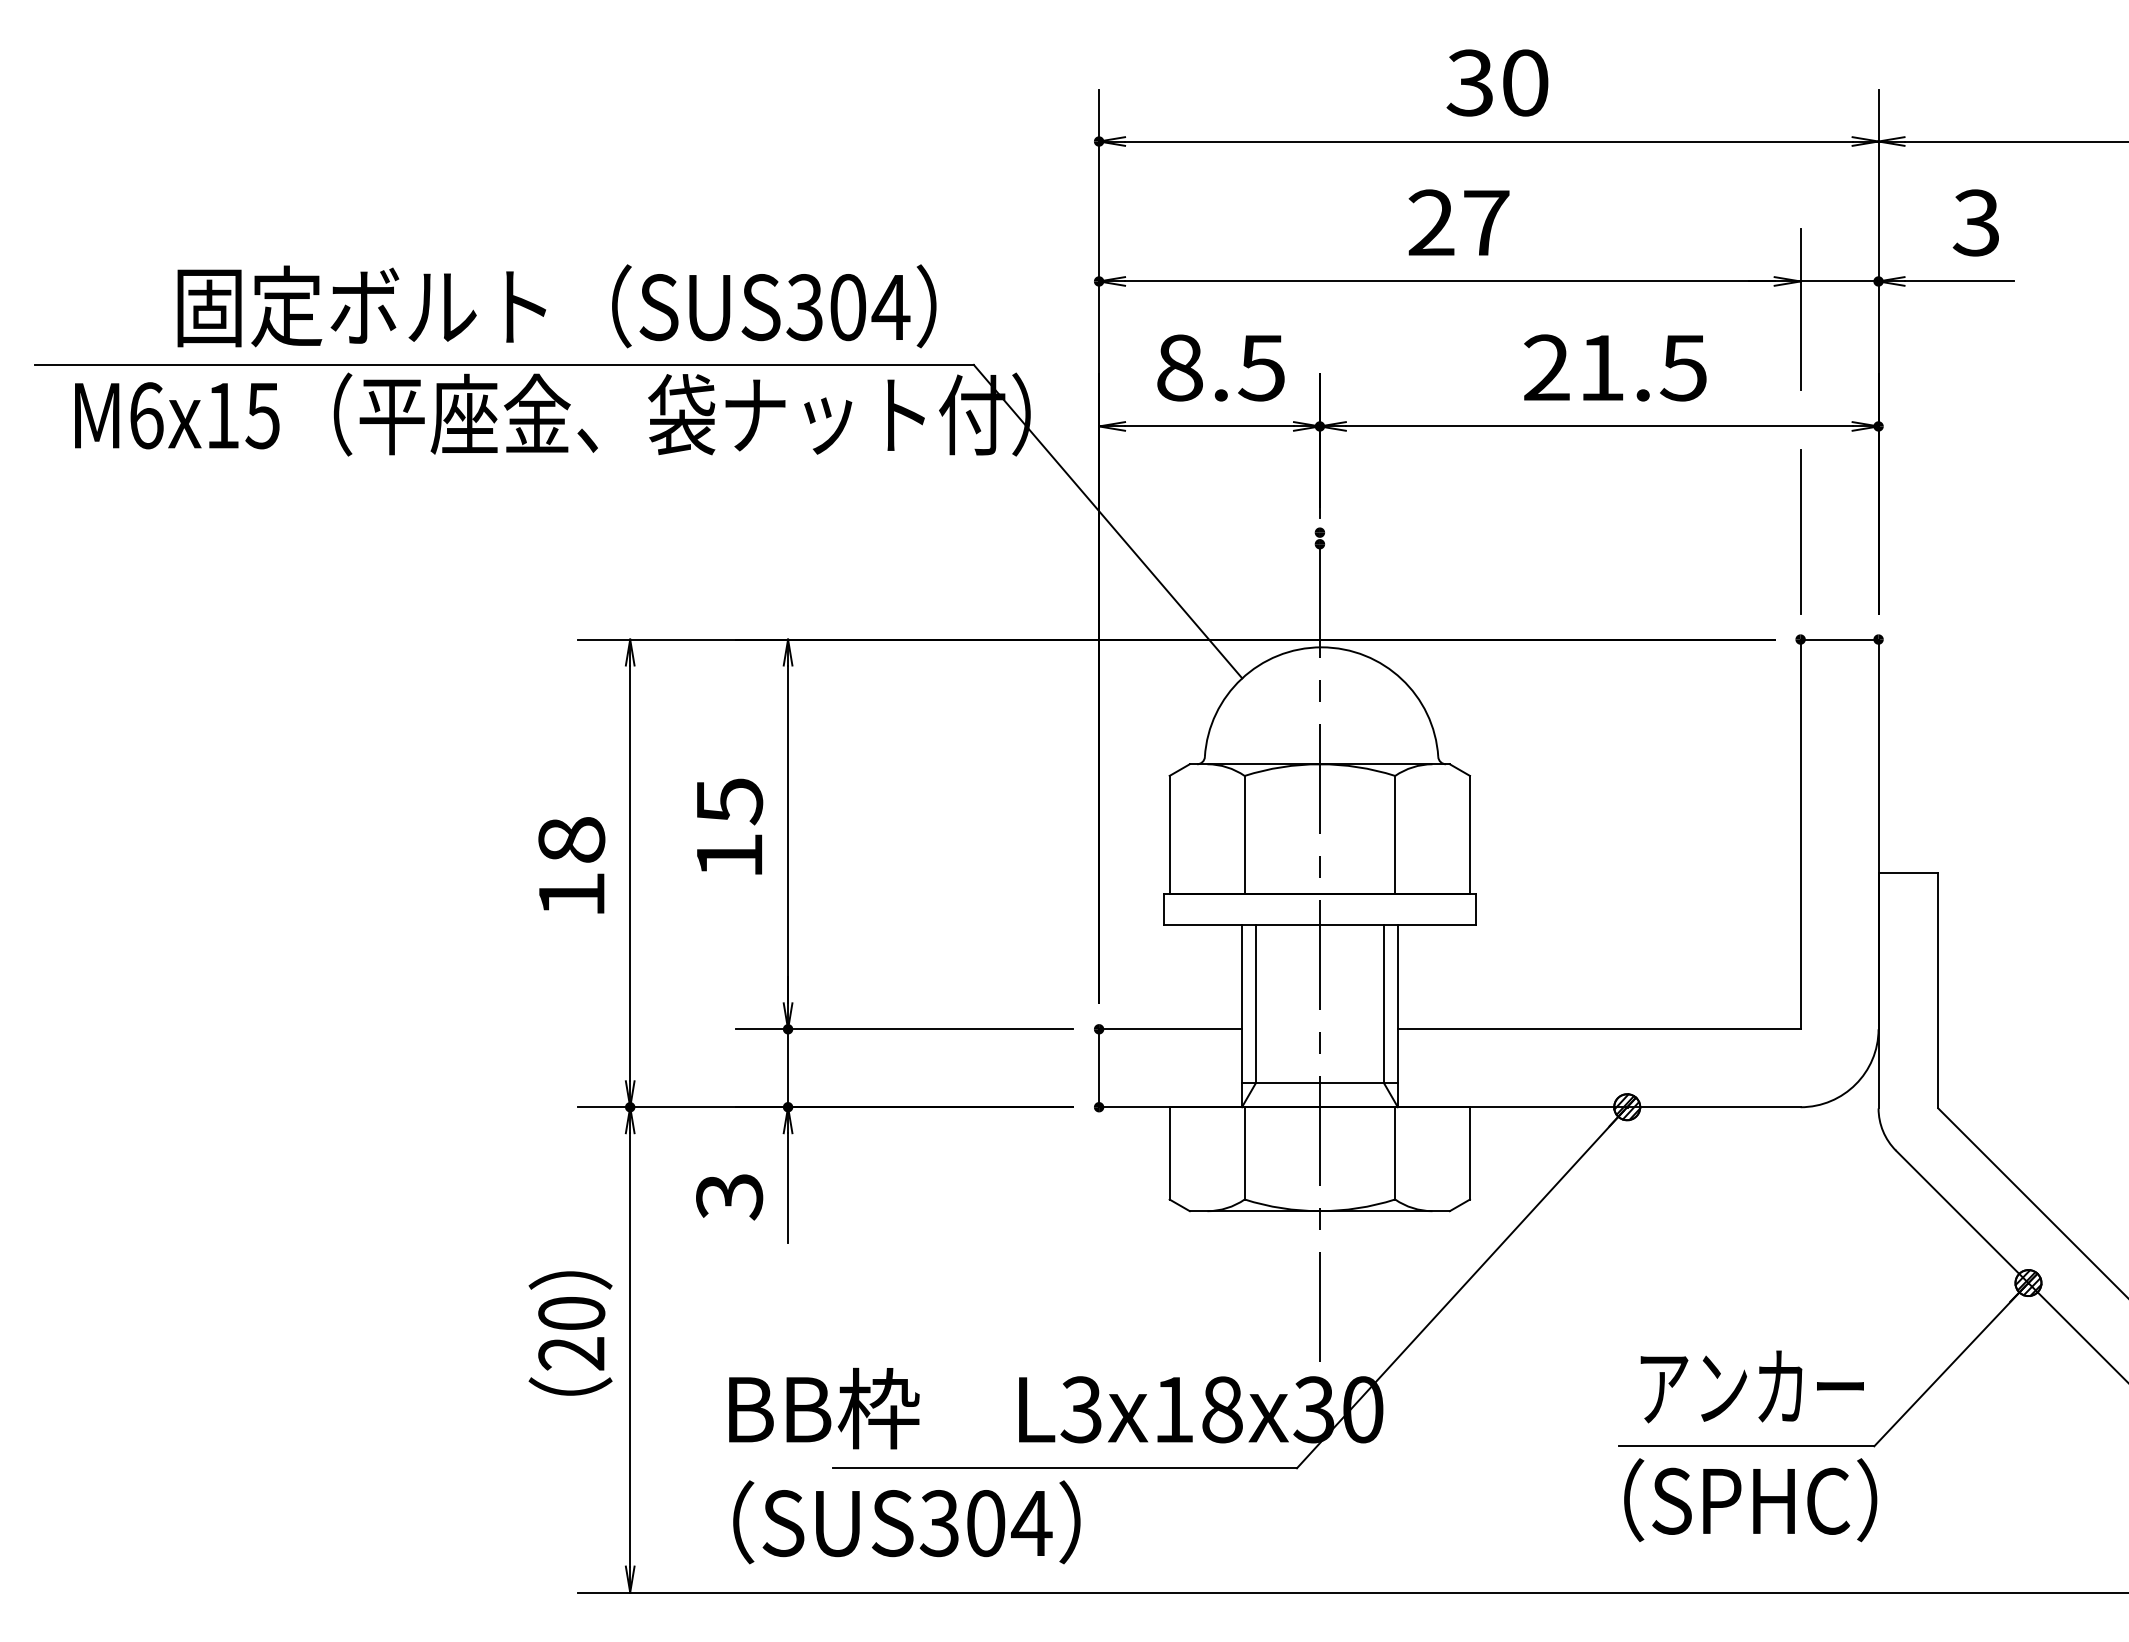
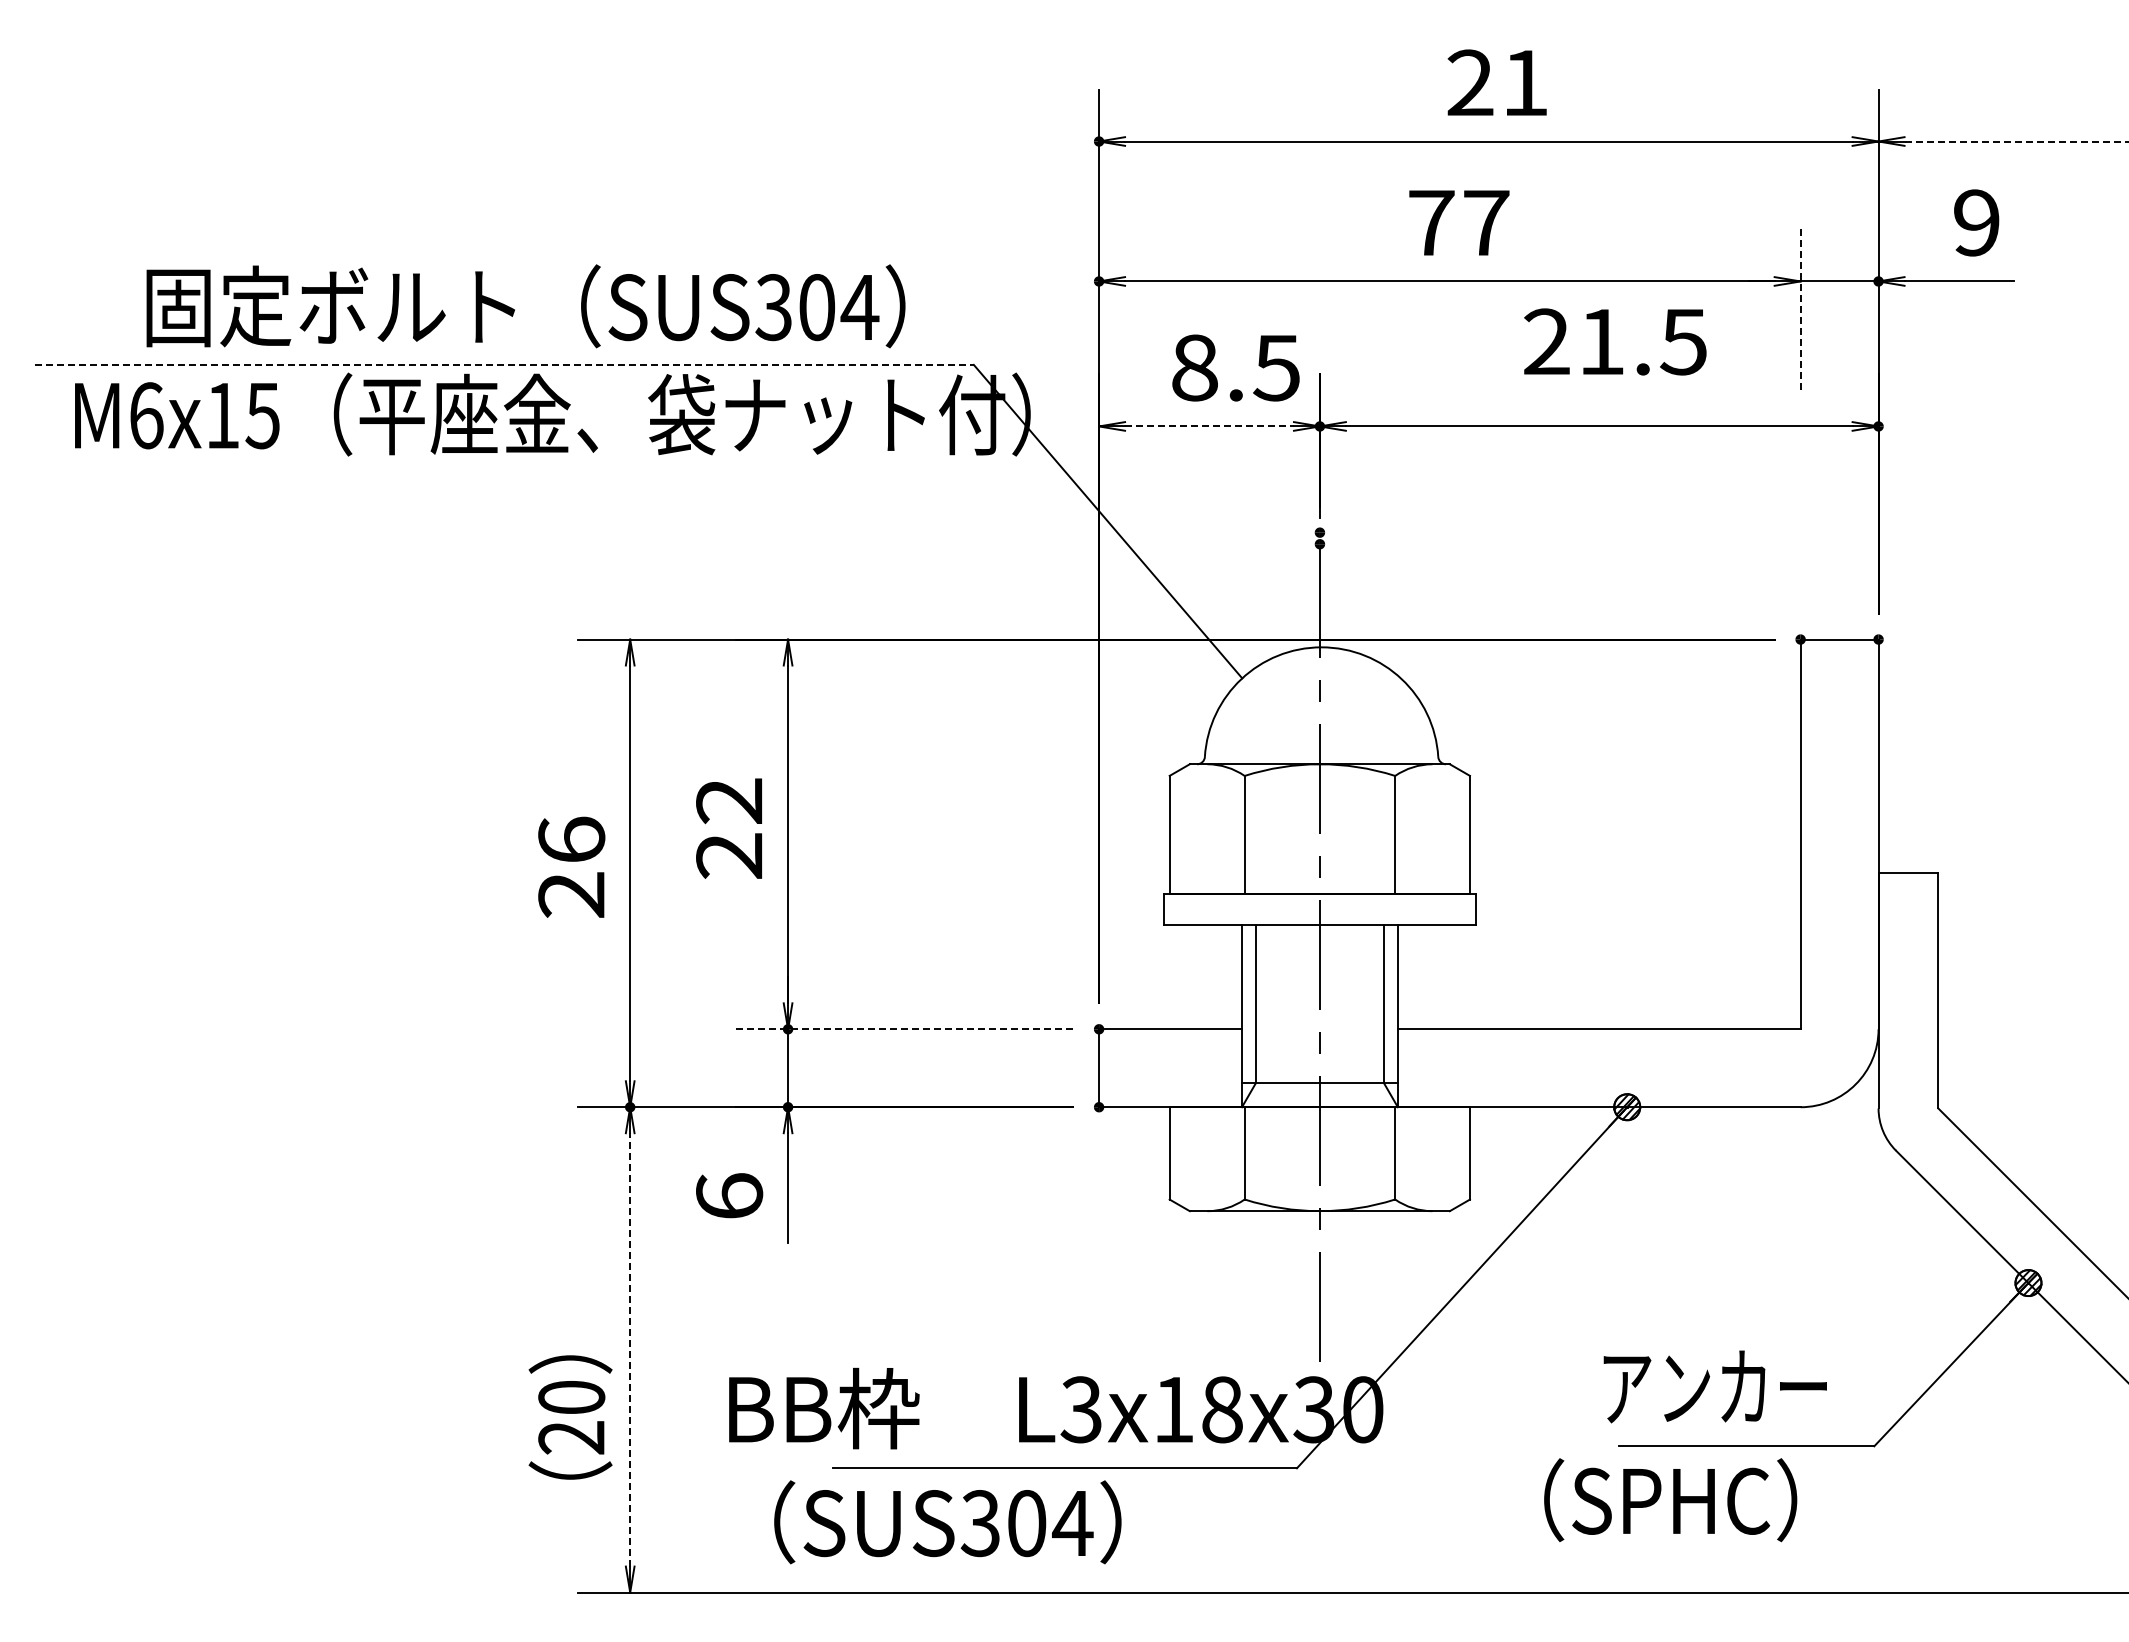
text at (1497, 82): 30 -> 21
line at (2016, 141): solid -> dashed
text at (1431, 222): 27 -> 77
text at (1975, 222): 3 -> 9
text at (556, 306) position: (556, 306) -> (525, 306)
line at (1800, 309): solid -> dashed
line at (504, 364): solid -> dashed
text at (1220, 367) position: (1220, 367) -> (1235, 367)
text at (1615, 367) position: (1615, 367) -> (1615, 341)
line at (1210, 426): solid -> dashed
line at (1800, 531): present -> none
text at (729, 828): 15 -> 22
text at (571, 866): 18 -> 26
line at (904, 1029): solid -> dashed
text at (729, 1196): 3 -> 6
text at (570, 1333) position: (570, 1333) -> (570, 1417)
line at (630, 1349): solid -> dashed
text at (1751, 1386) position: (1751, 1386) -> (1714, 1386)
text at (1750, 1500) position: (1750, 1500) -> (1670, 1500)
text at (906, 1522) position: (906, 1522) -> (947, 1522)
